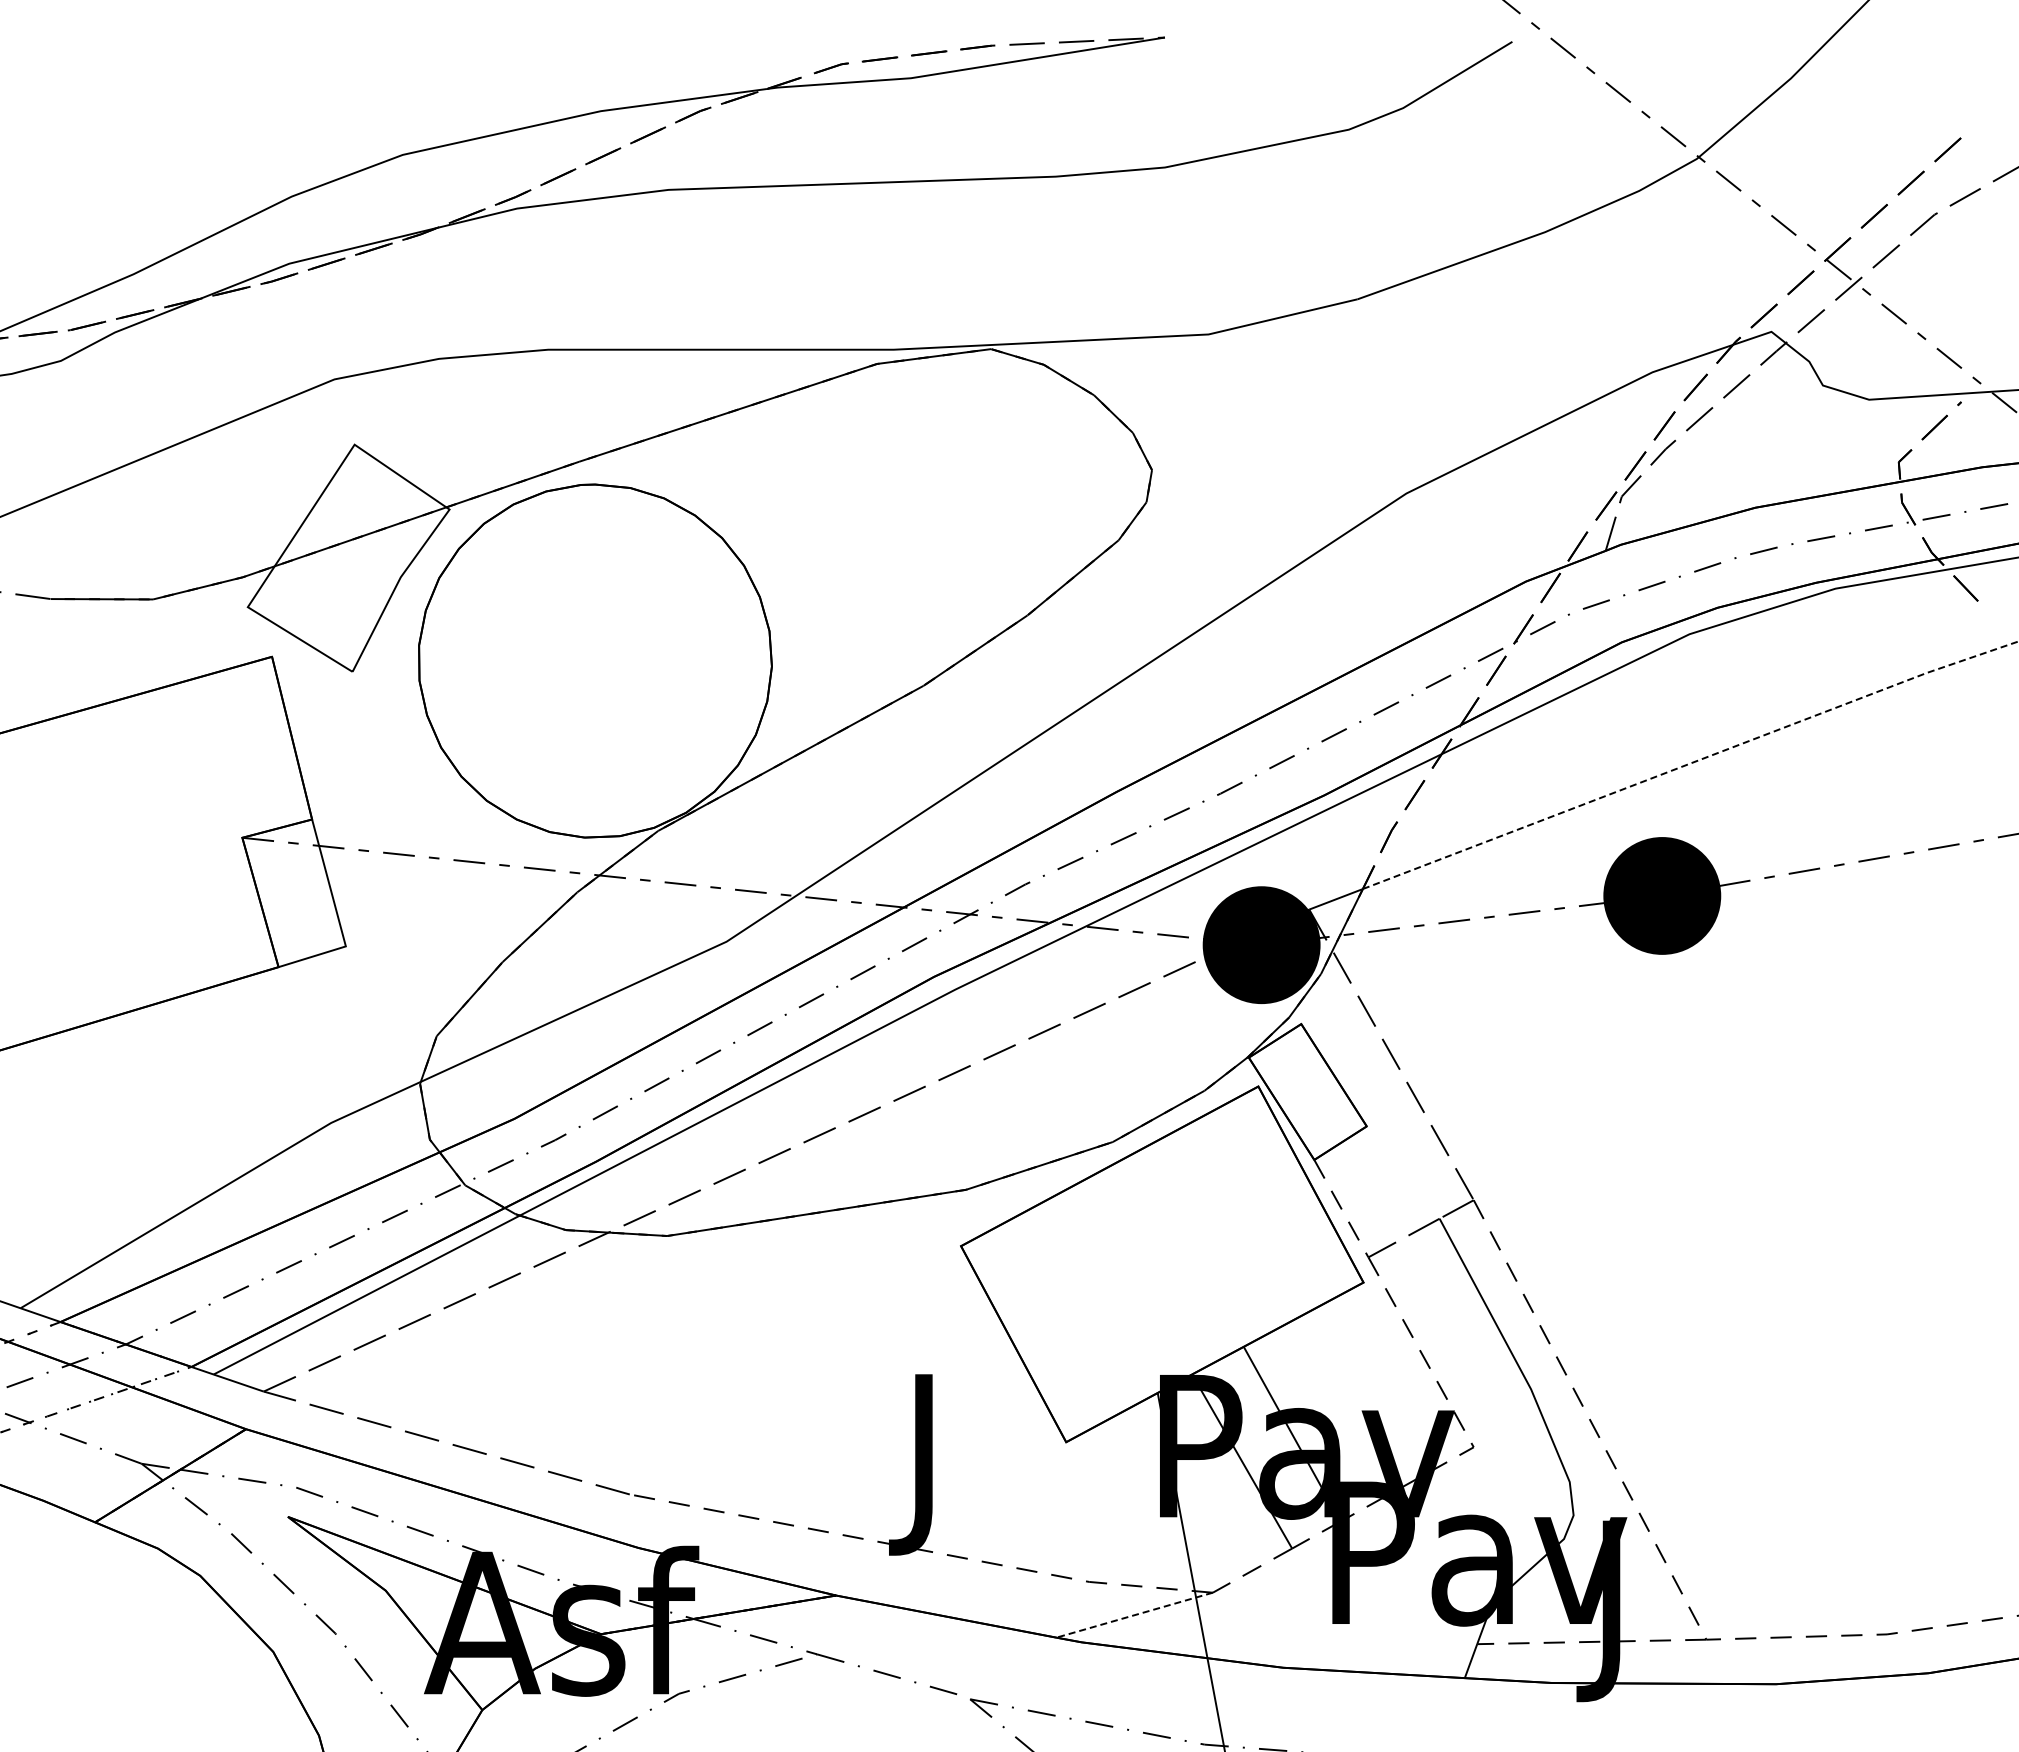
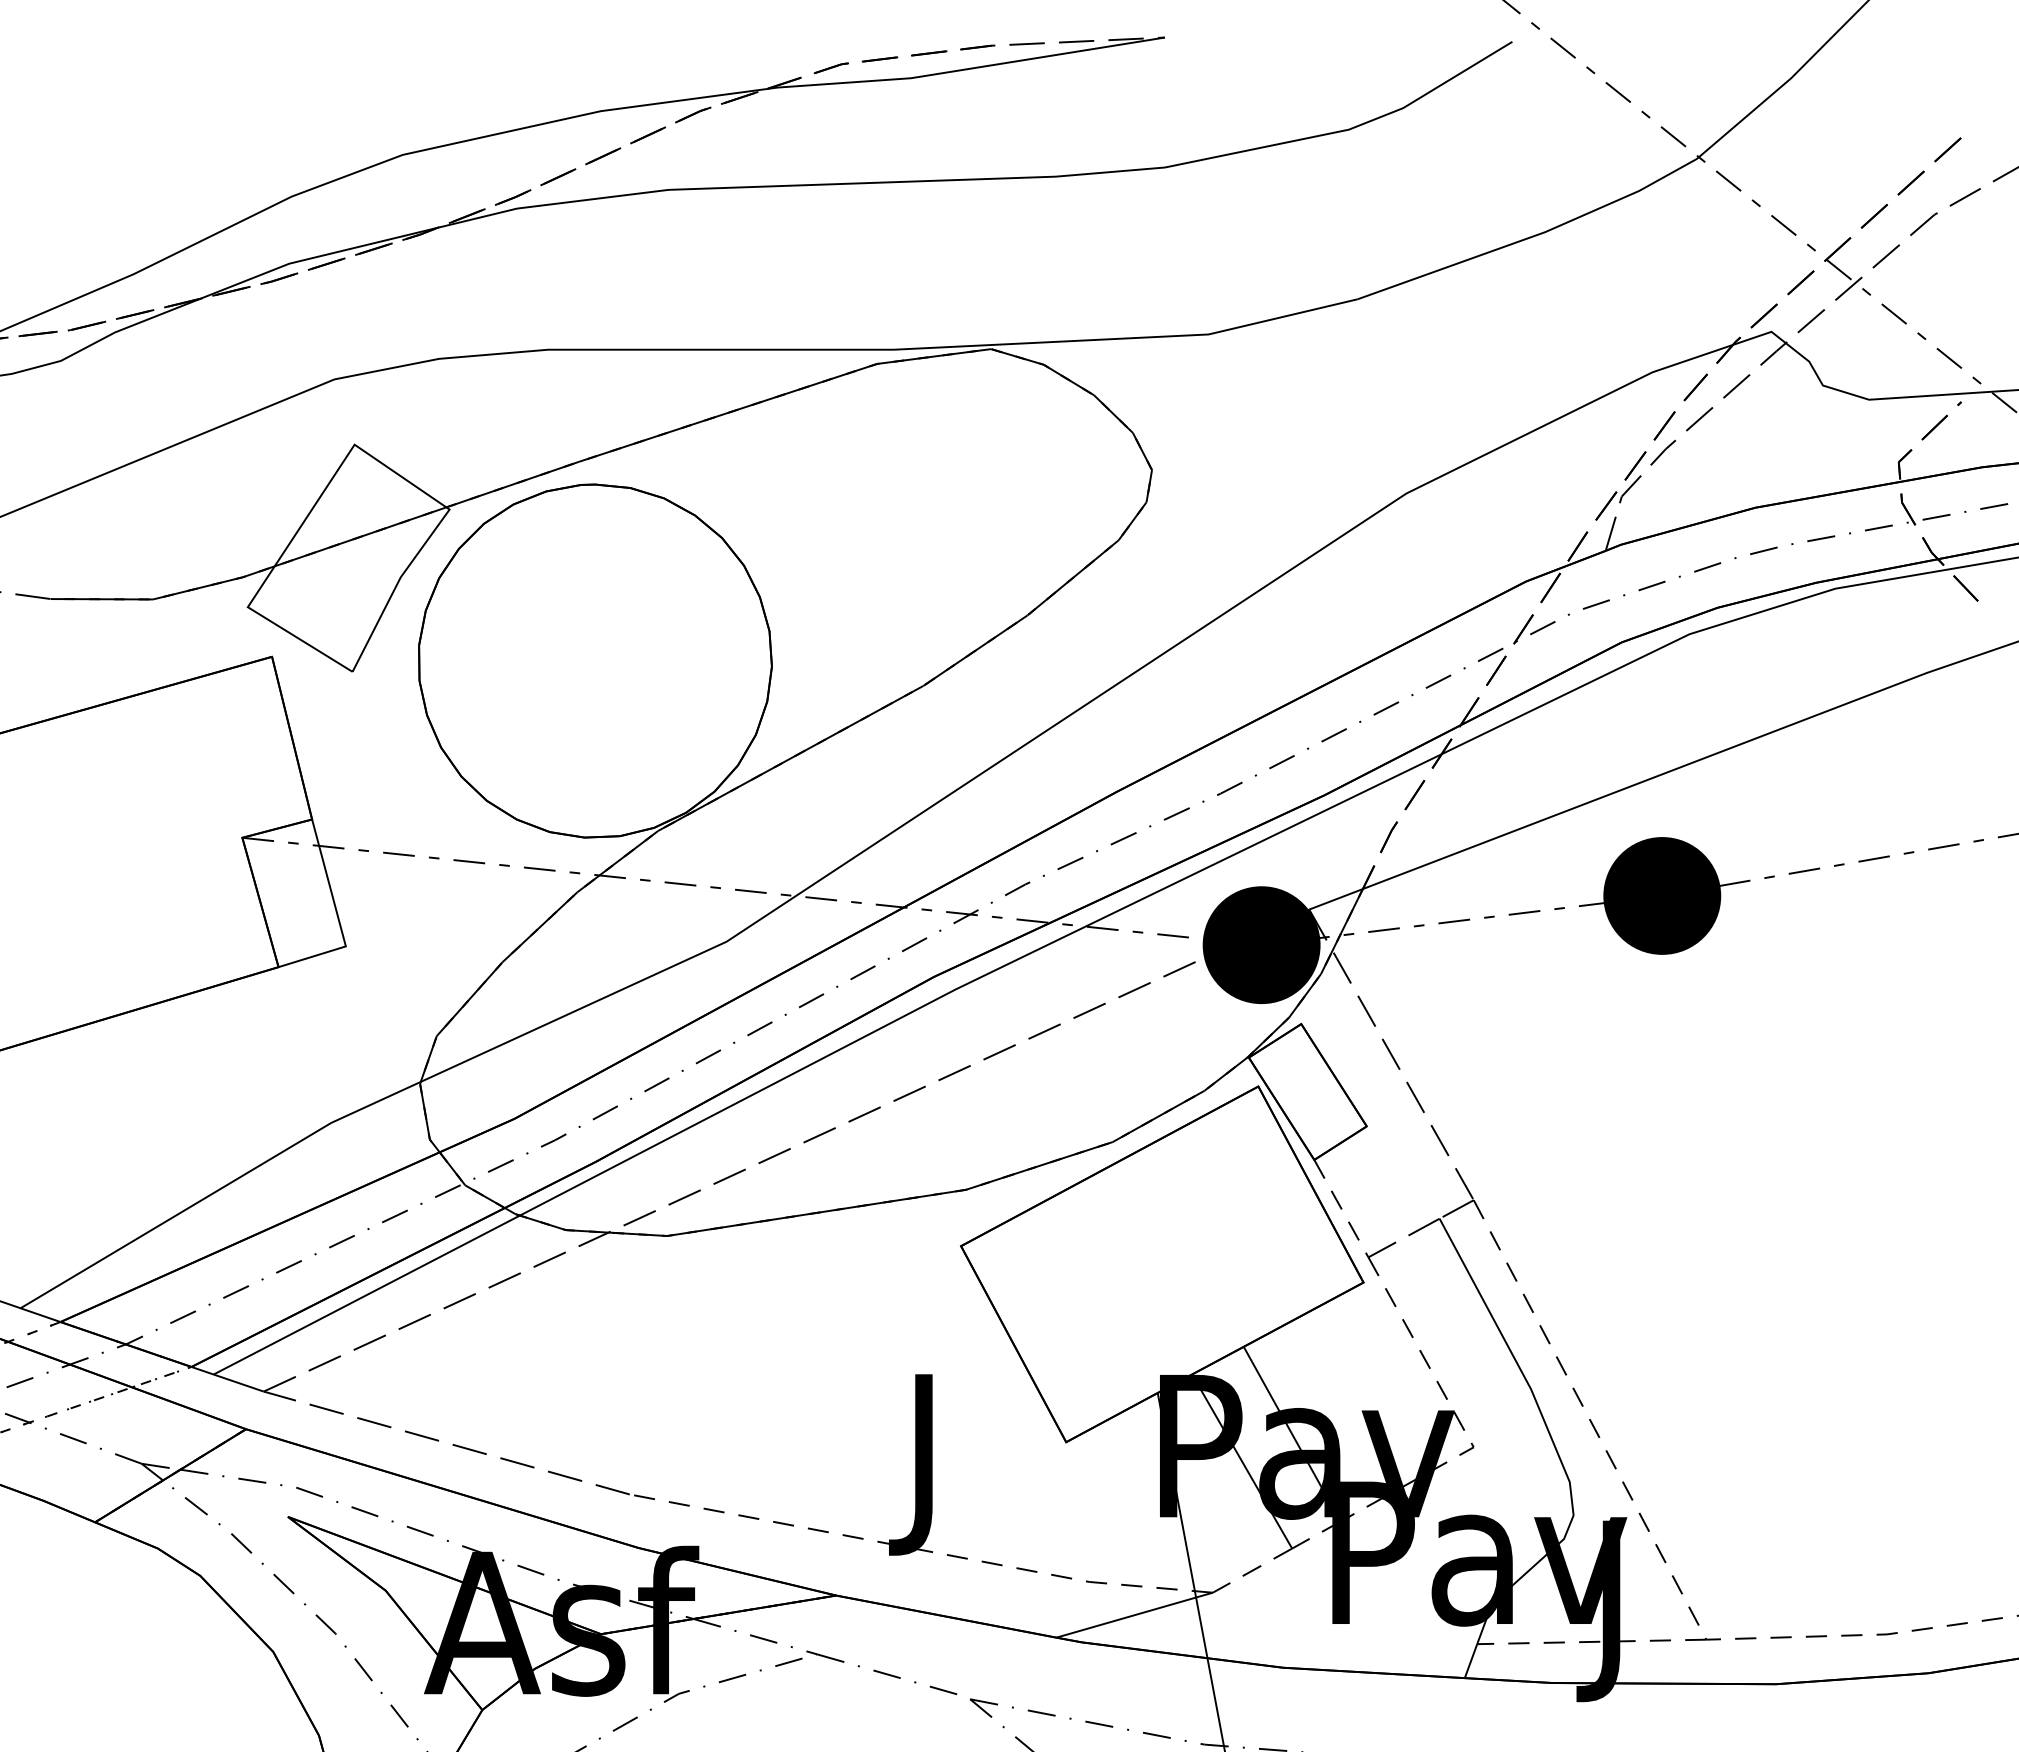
line at (1691, 763): dashed -> solid
line at (1134, 1615): dashed -> solid
